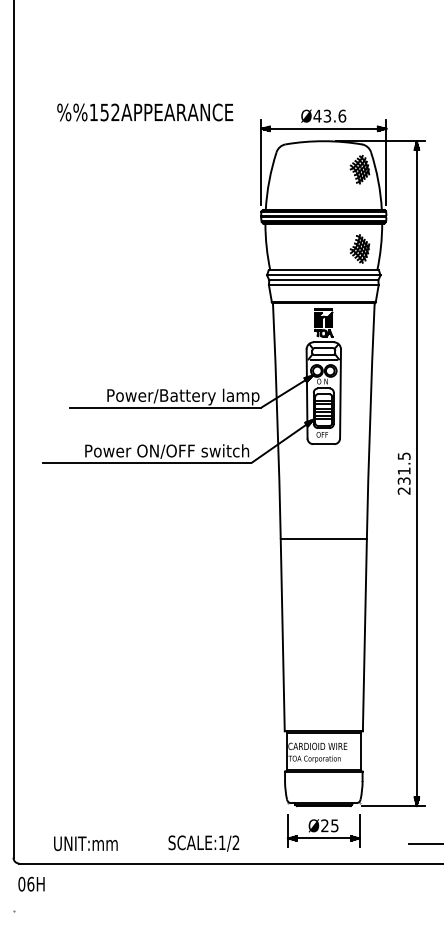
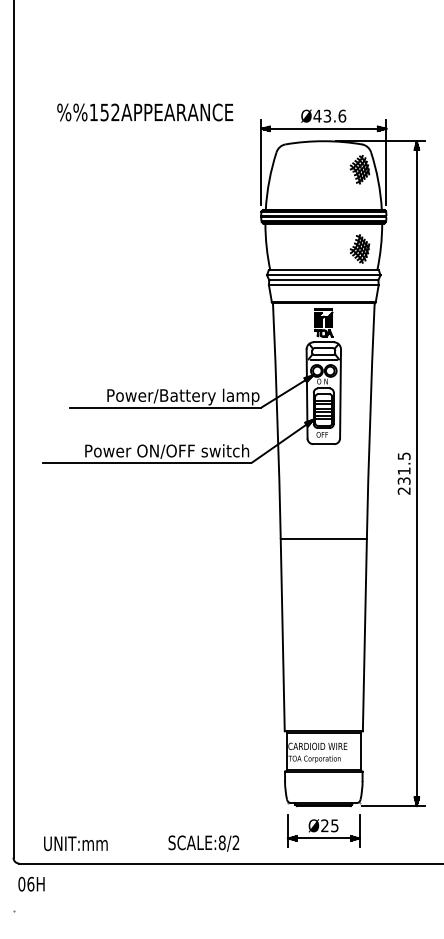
text at (221, 842): SCALE:1/2 -> SCALE:8/2
text at (85, 843) position: (85, 843) -> (75, 843)
line at (424, 844): present -> none
